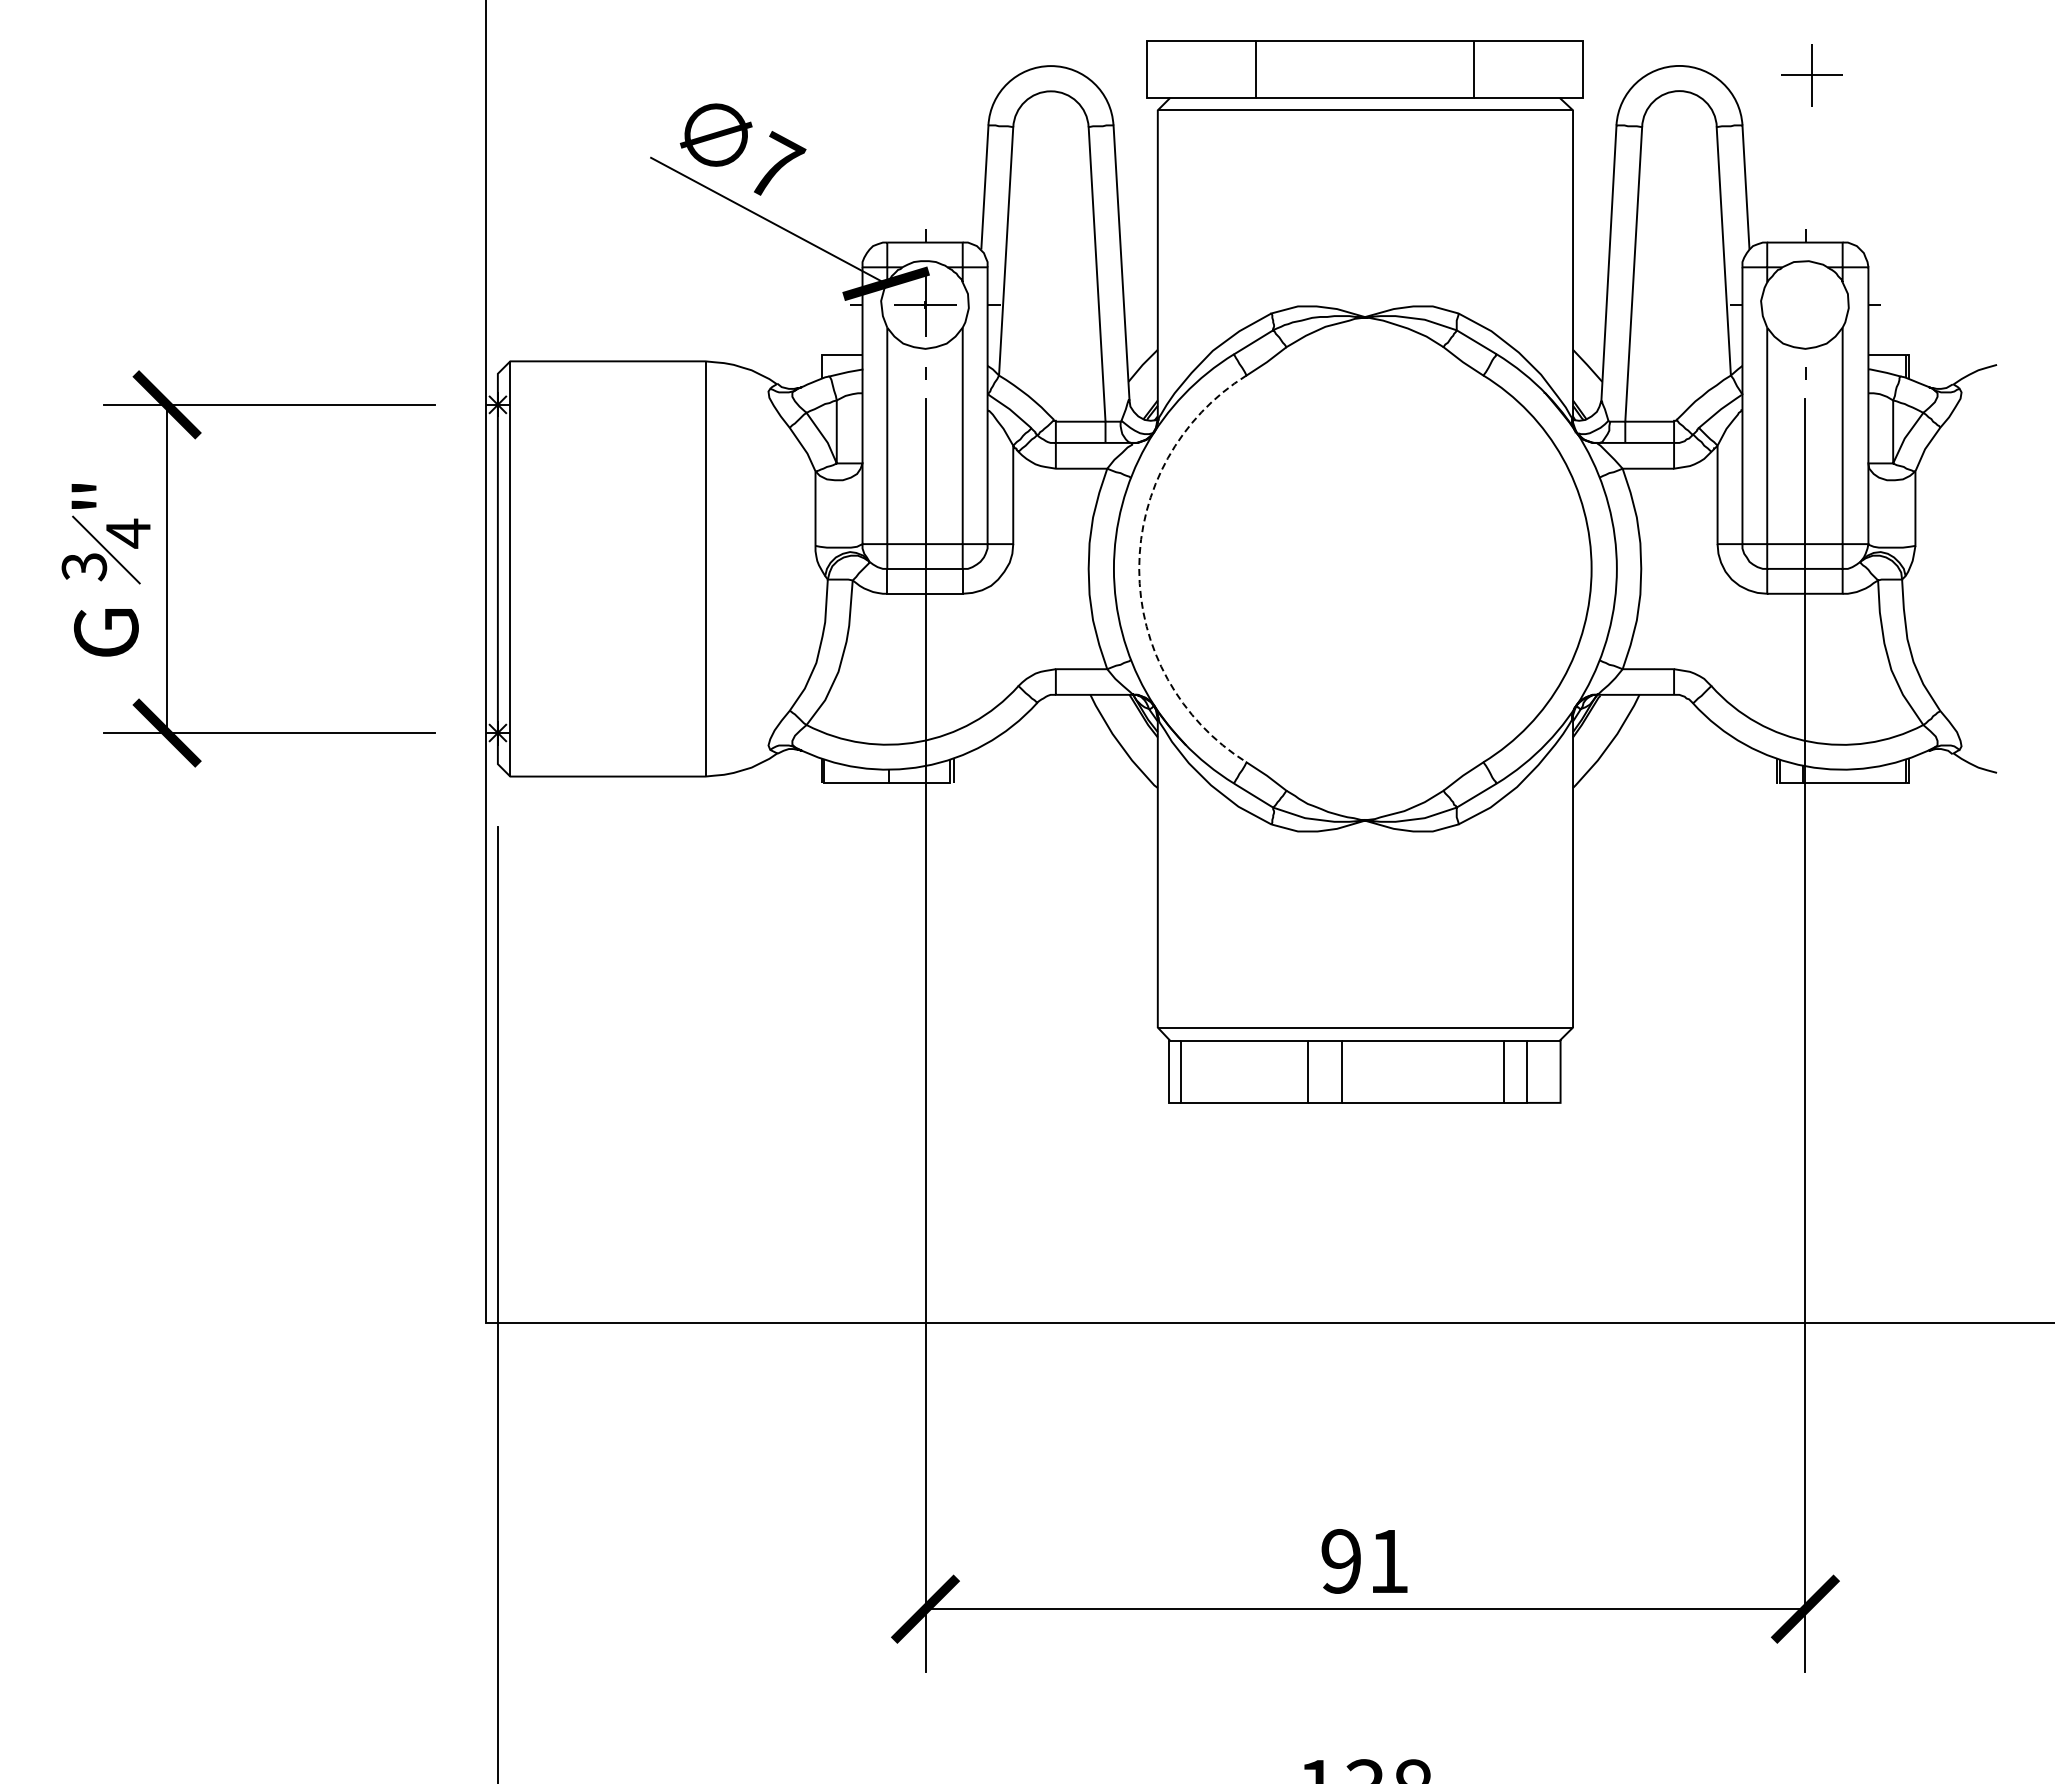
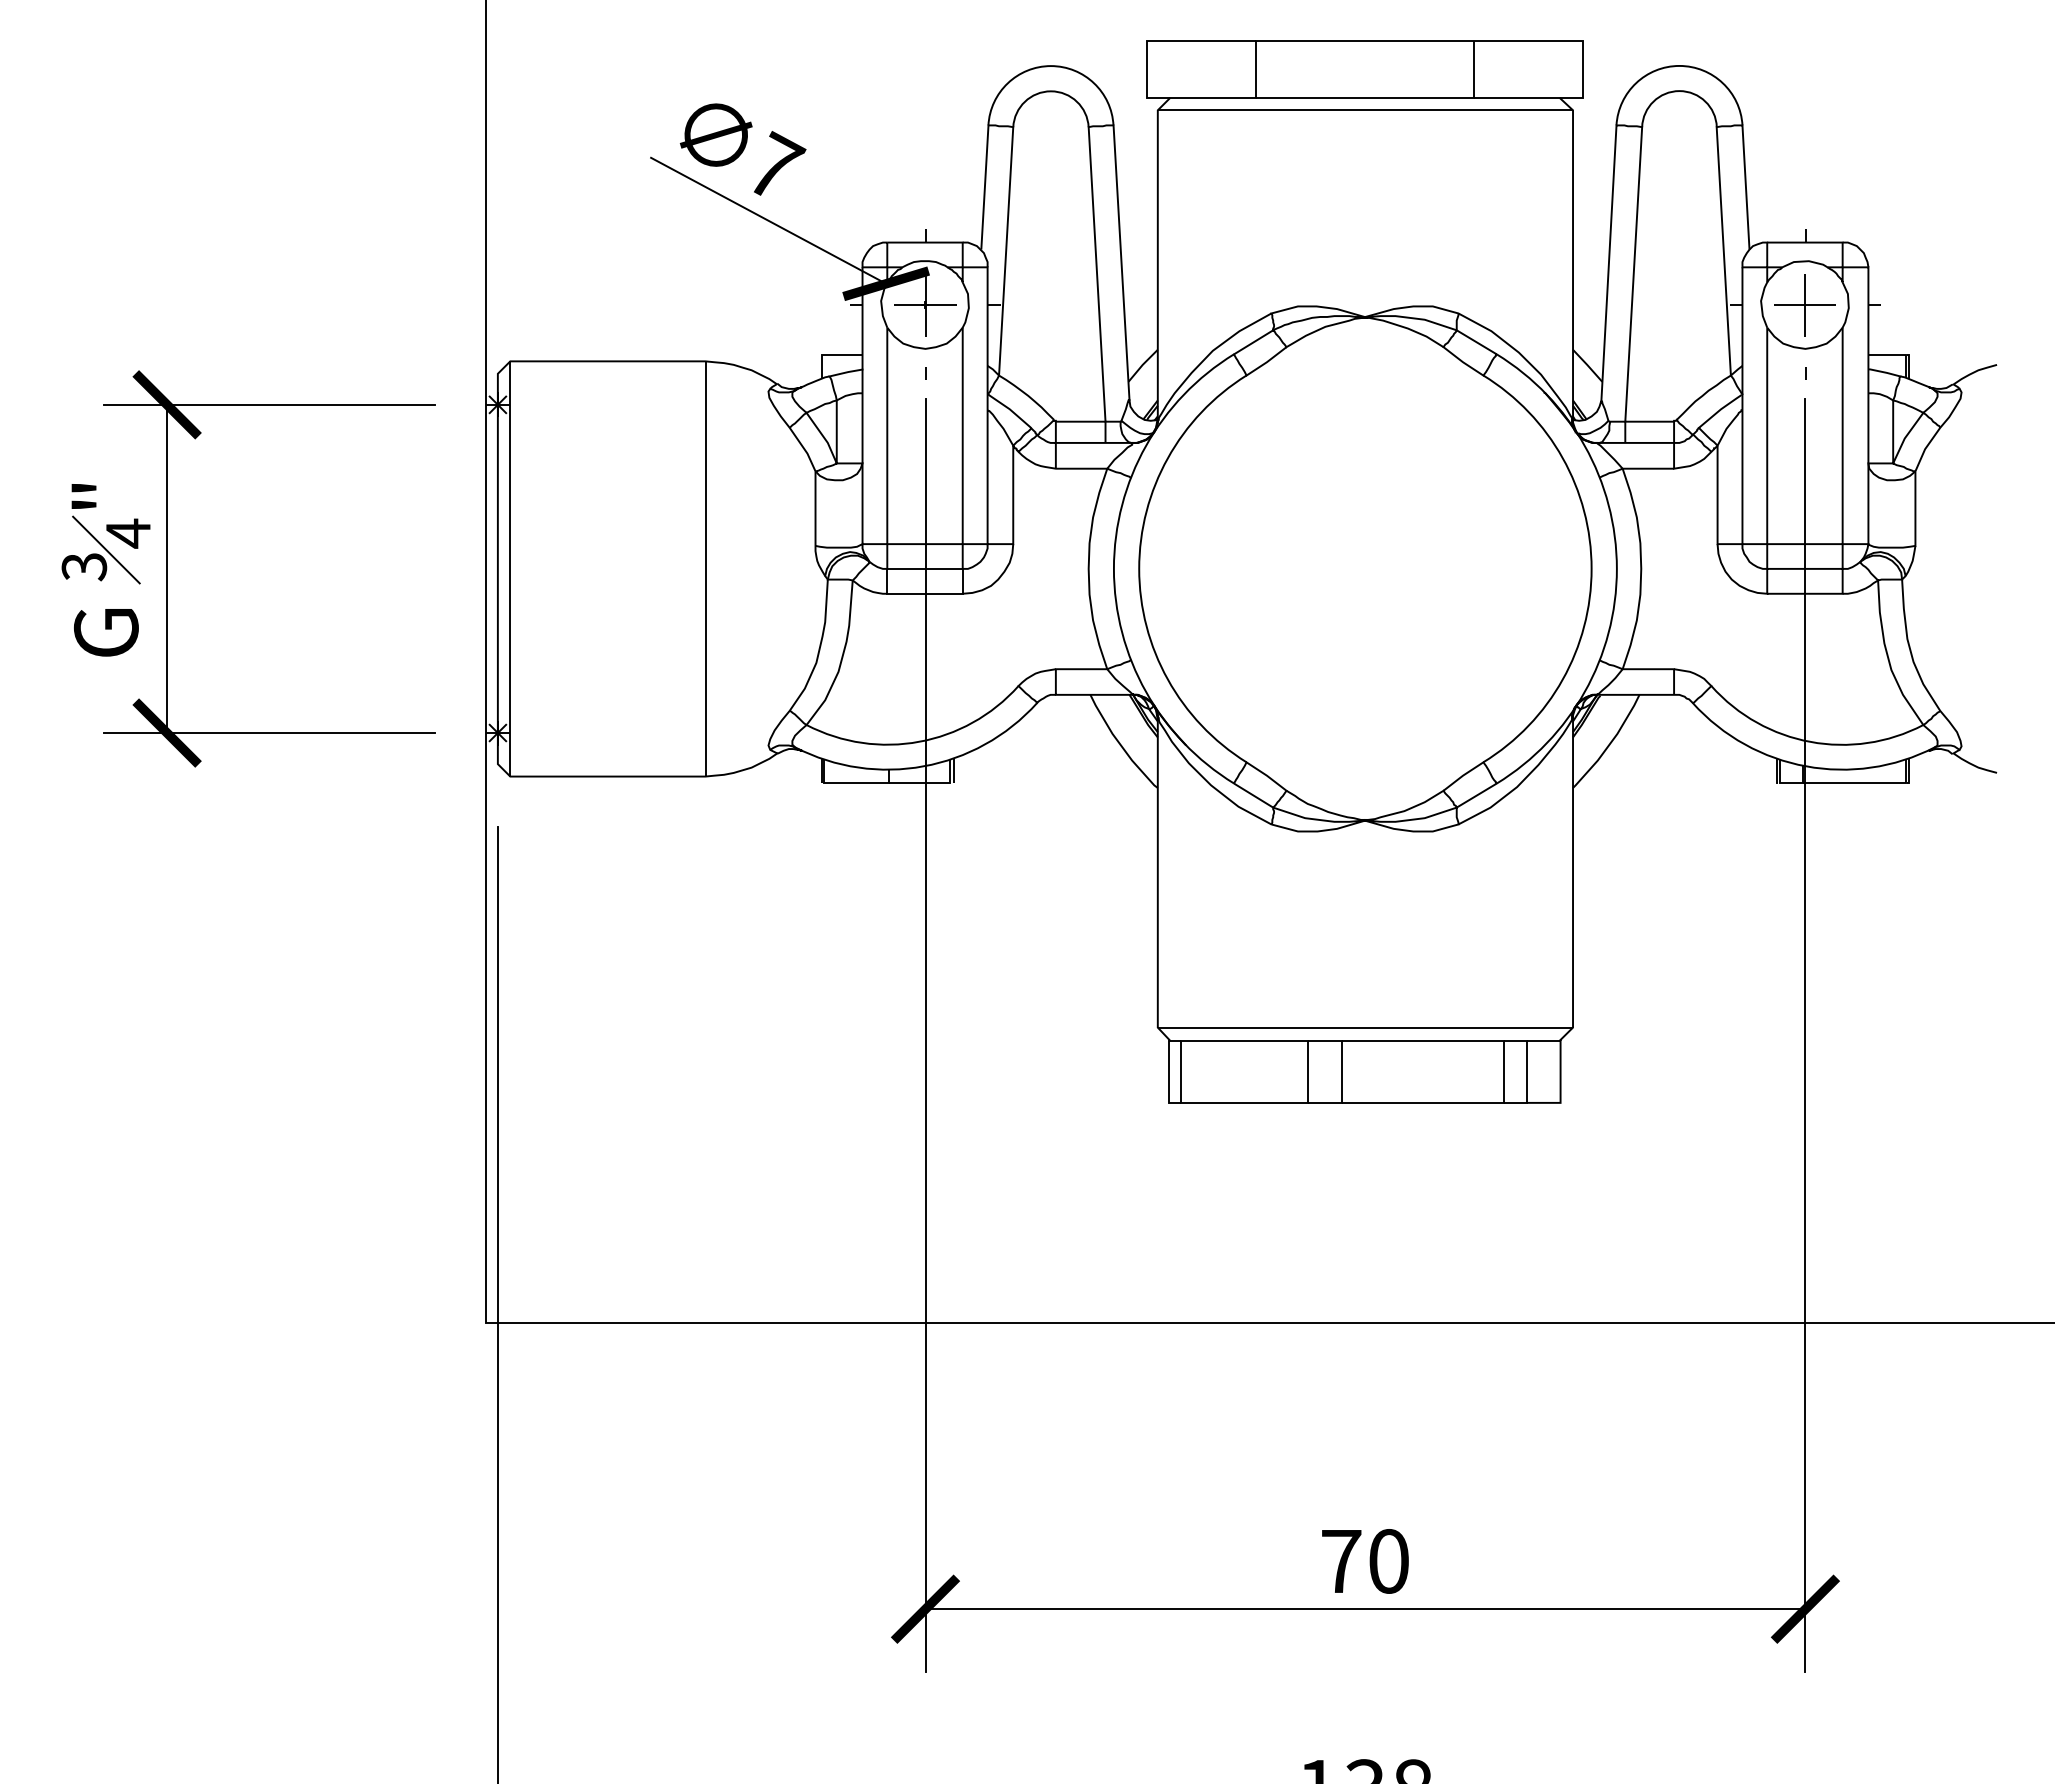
part at (1811, 75) position: (1811, 75) -> (1804, 305)
arc at (1139, 568): dashed -> solid
text at (1364, 1561): 91 -> 70
